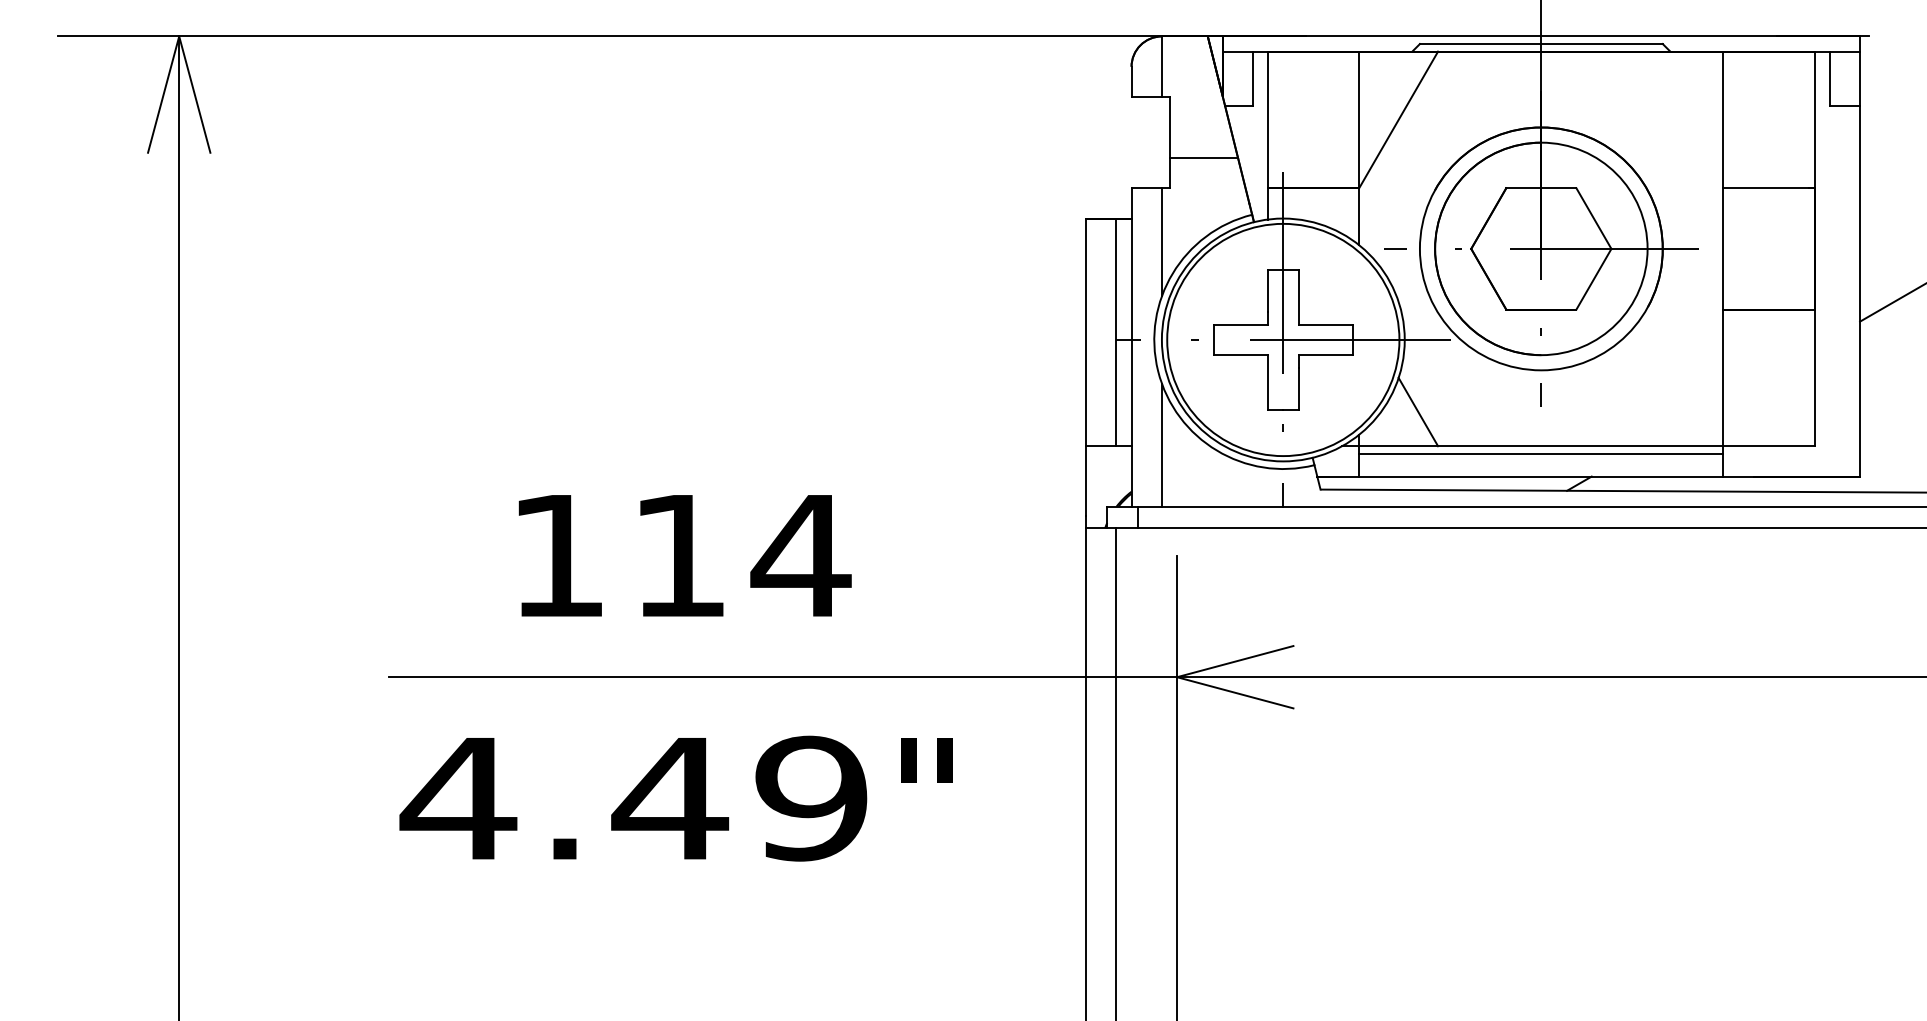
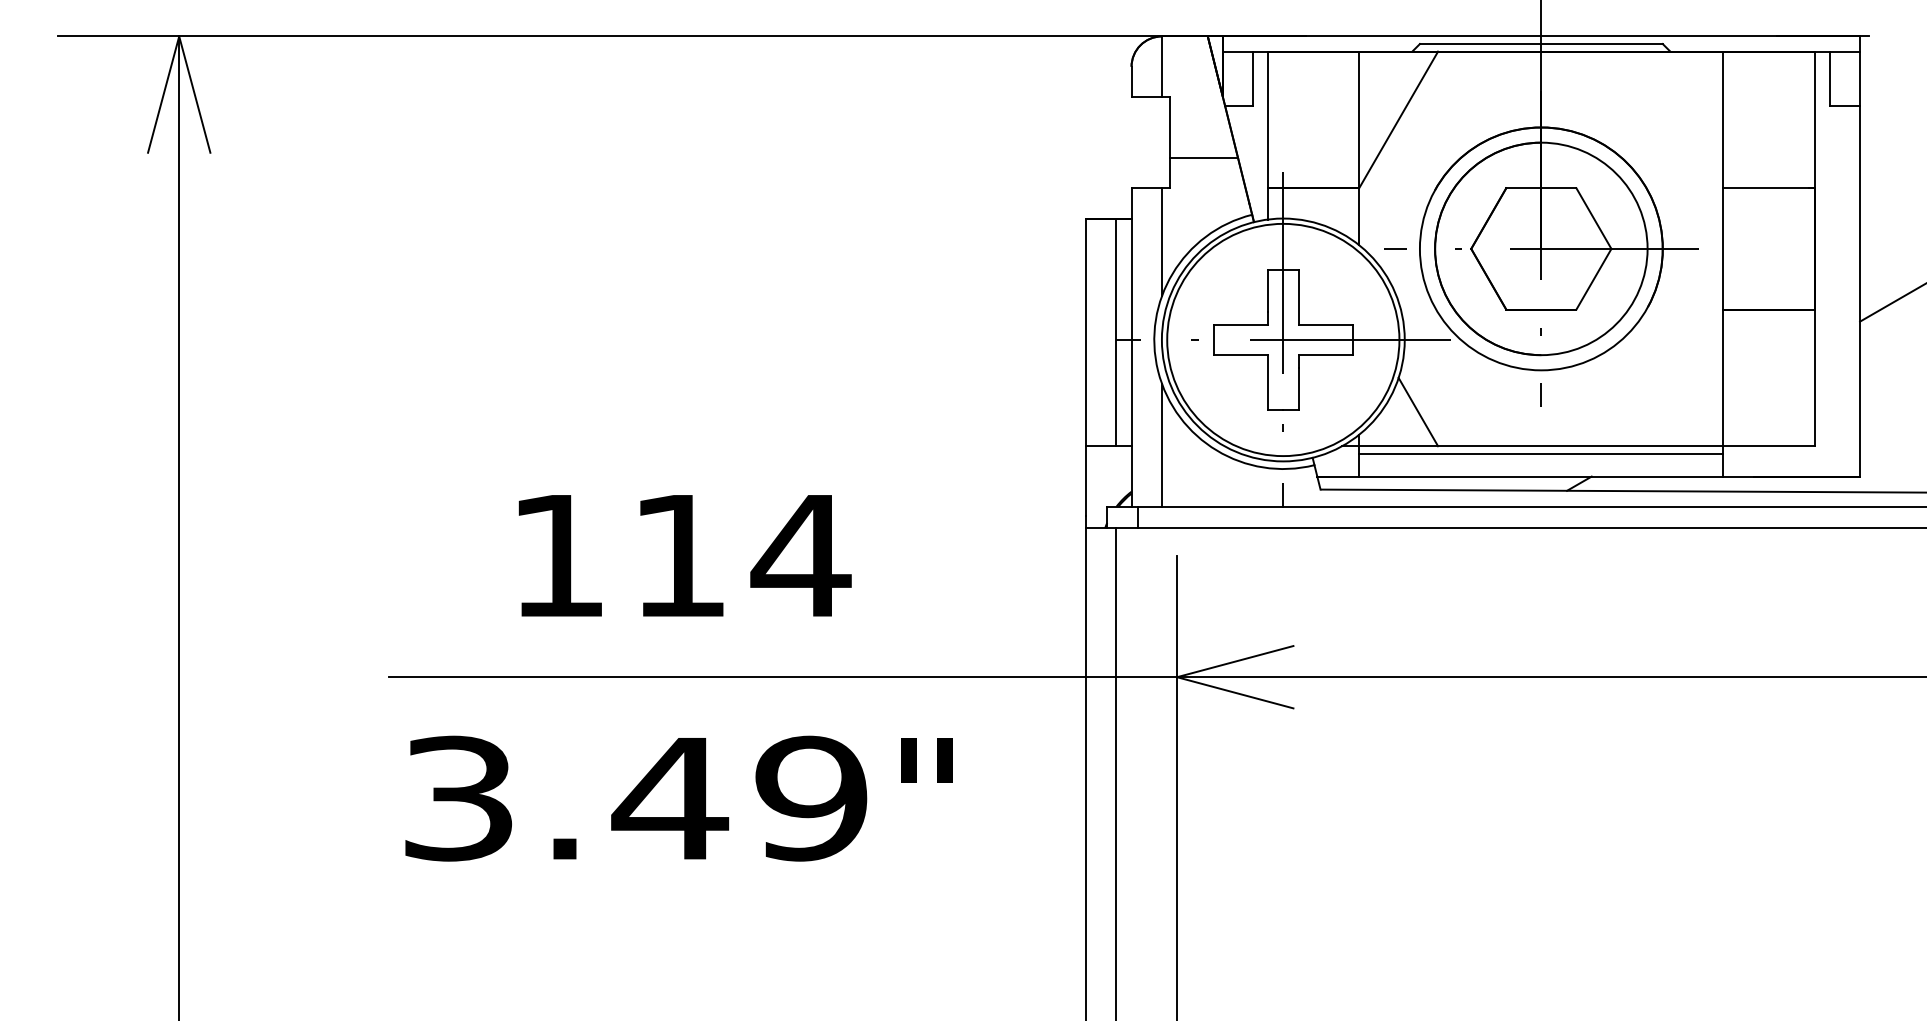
text at (458, 798): 4.49 -> 3.49
